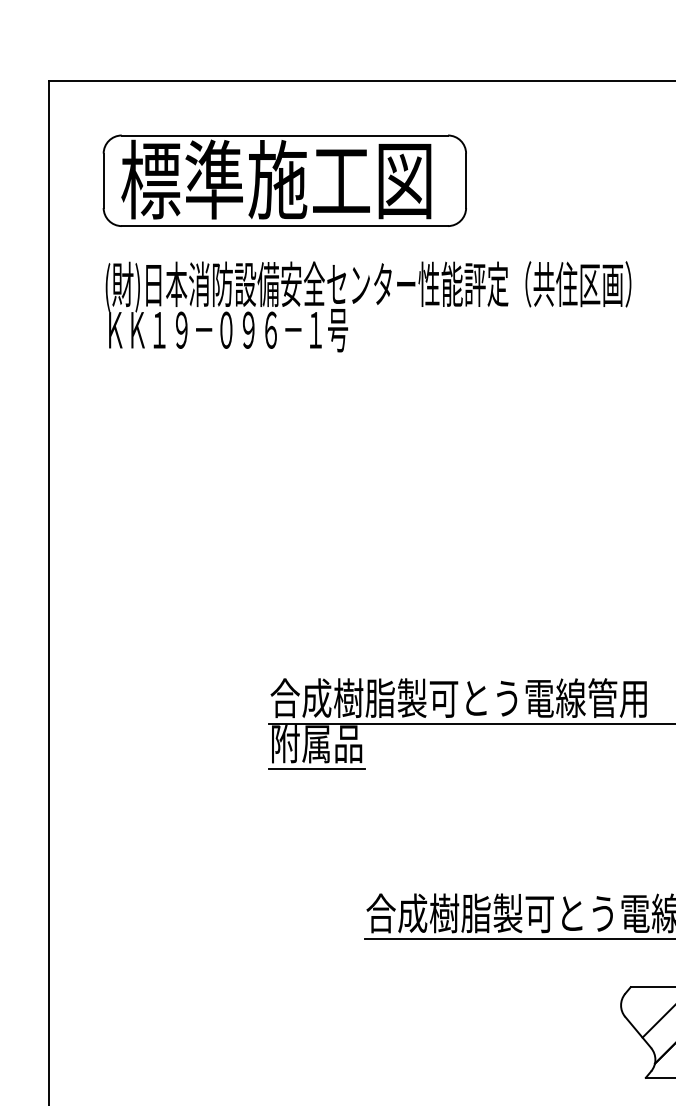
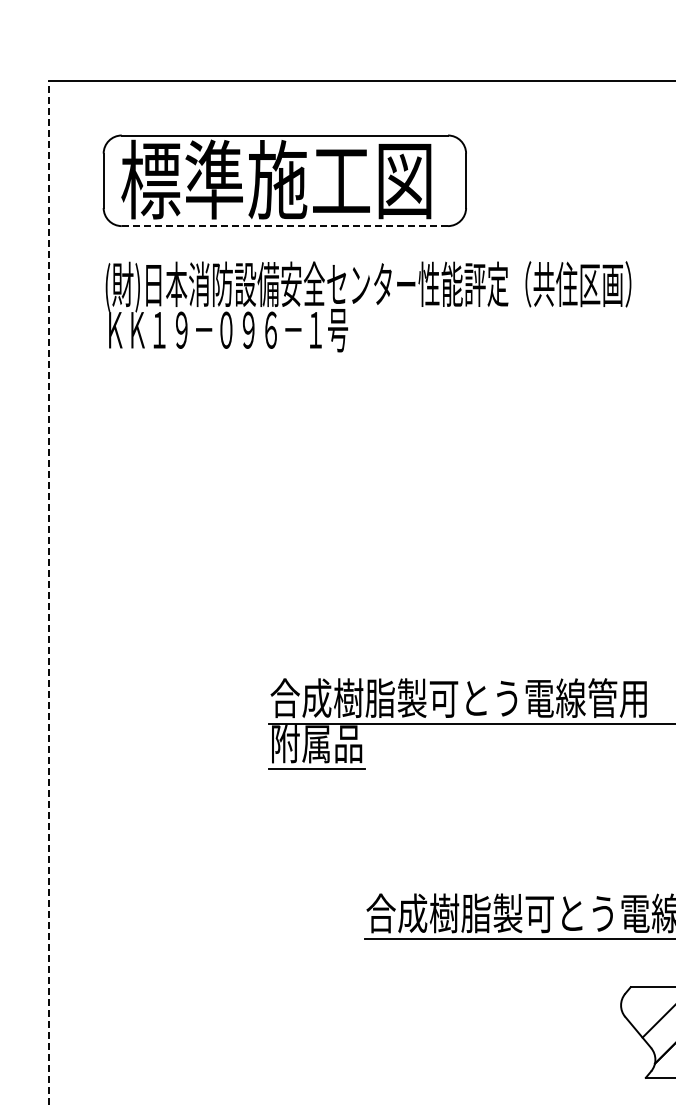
line at (284, 226): solid -> dashed
line at (49, 592): solid -> dashed
